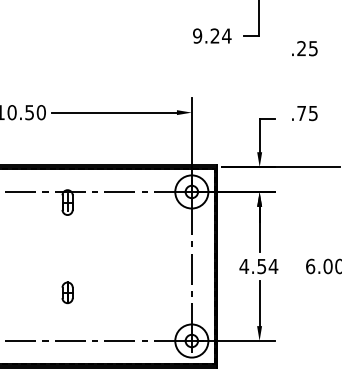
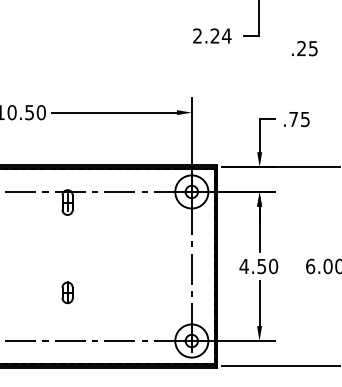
text at (197, 35): 9.24 -> 2.24
text at (304, 113) position: (304, 113) -> (296, 119)
text at (273, 266): 4.54 -> 4.50
line at (279, 365): none -> present
